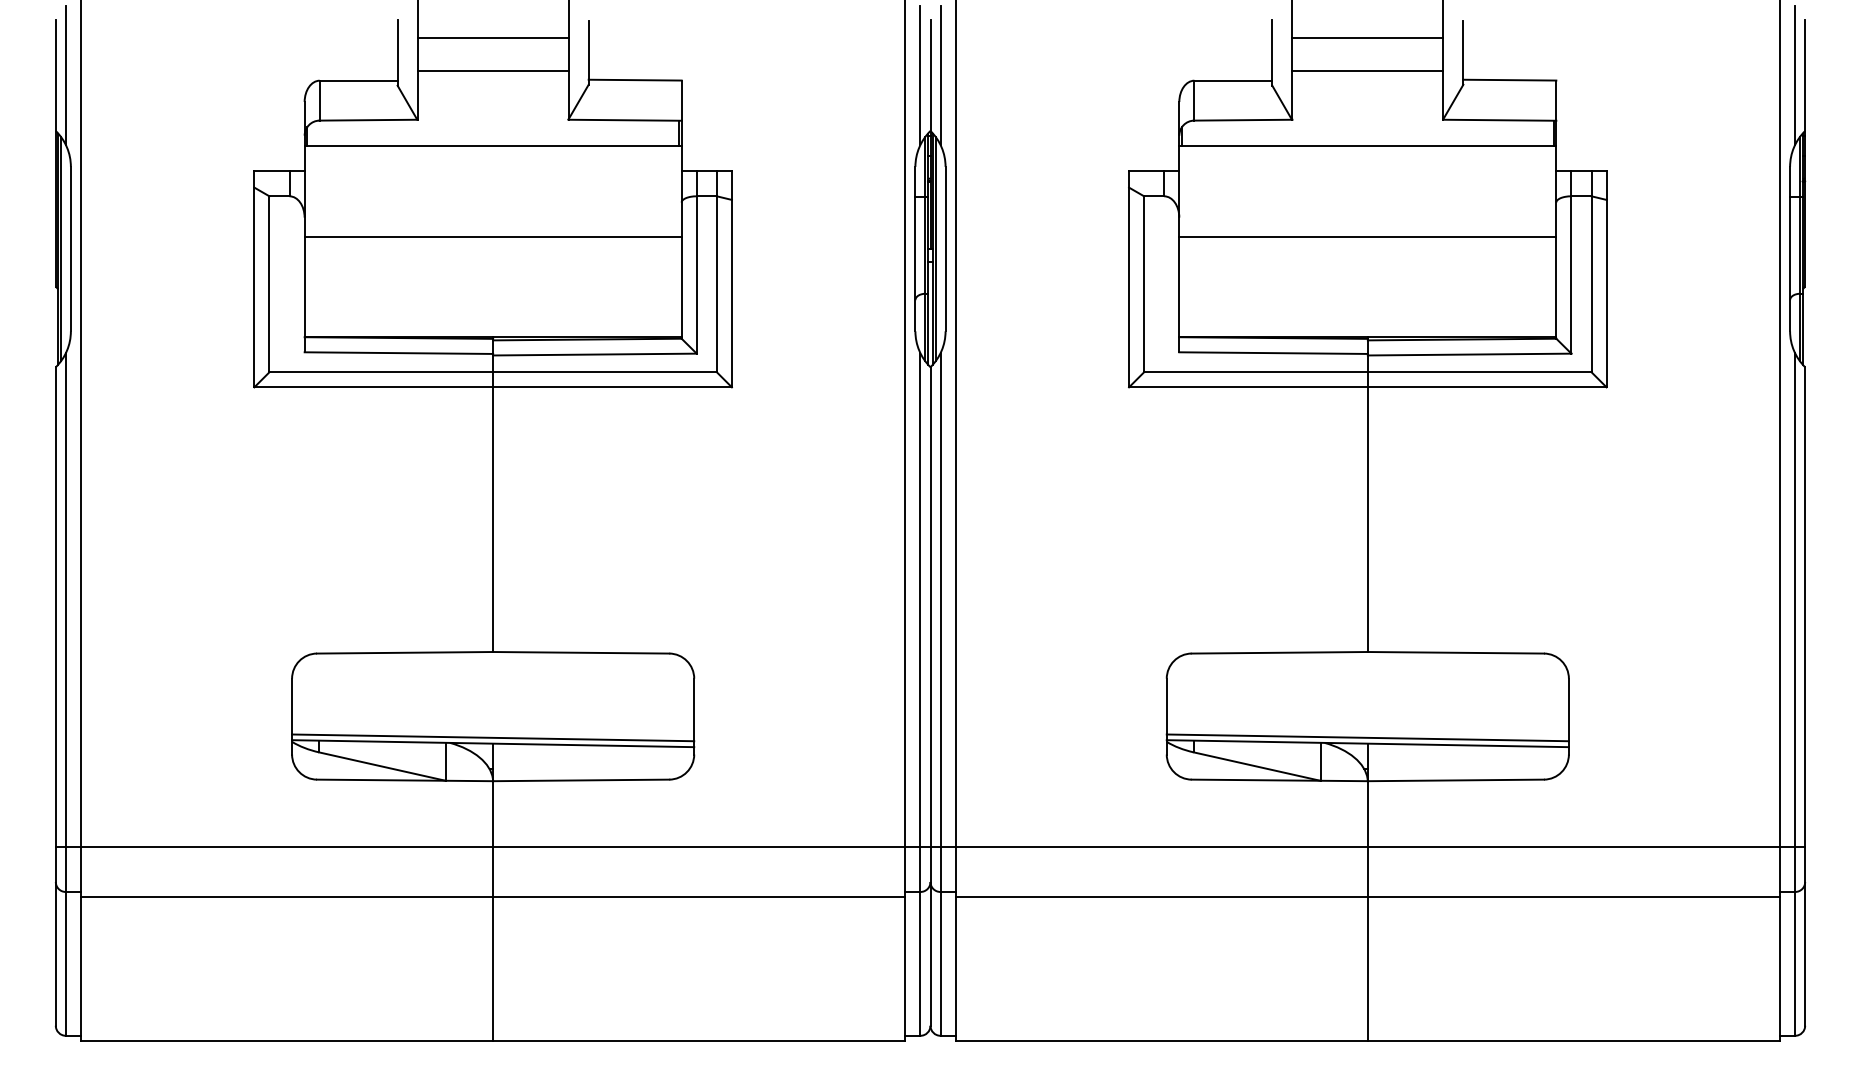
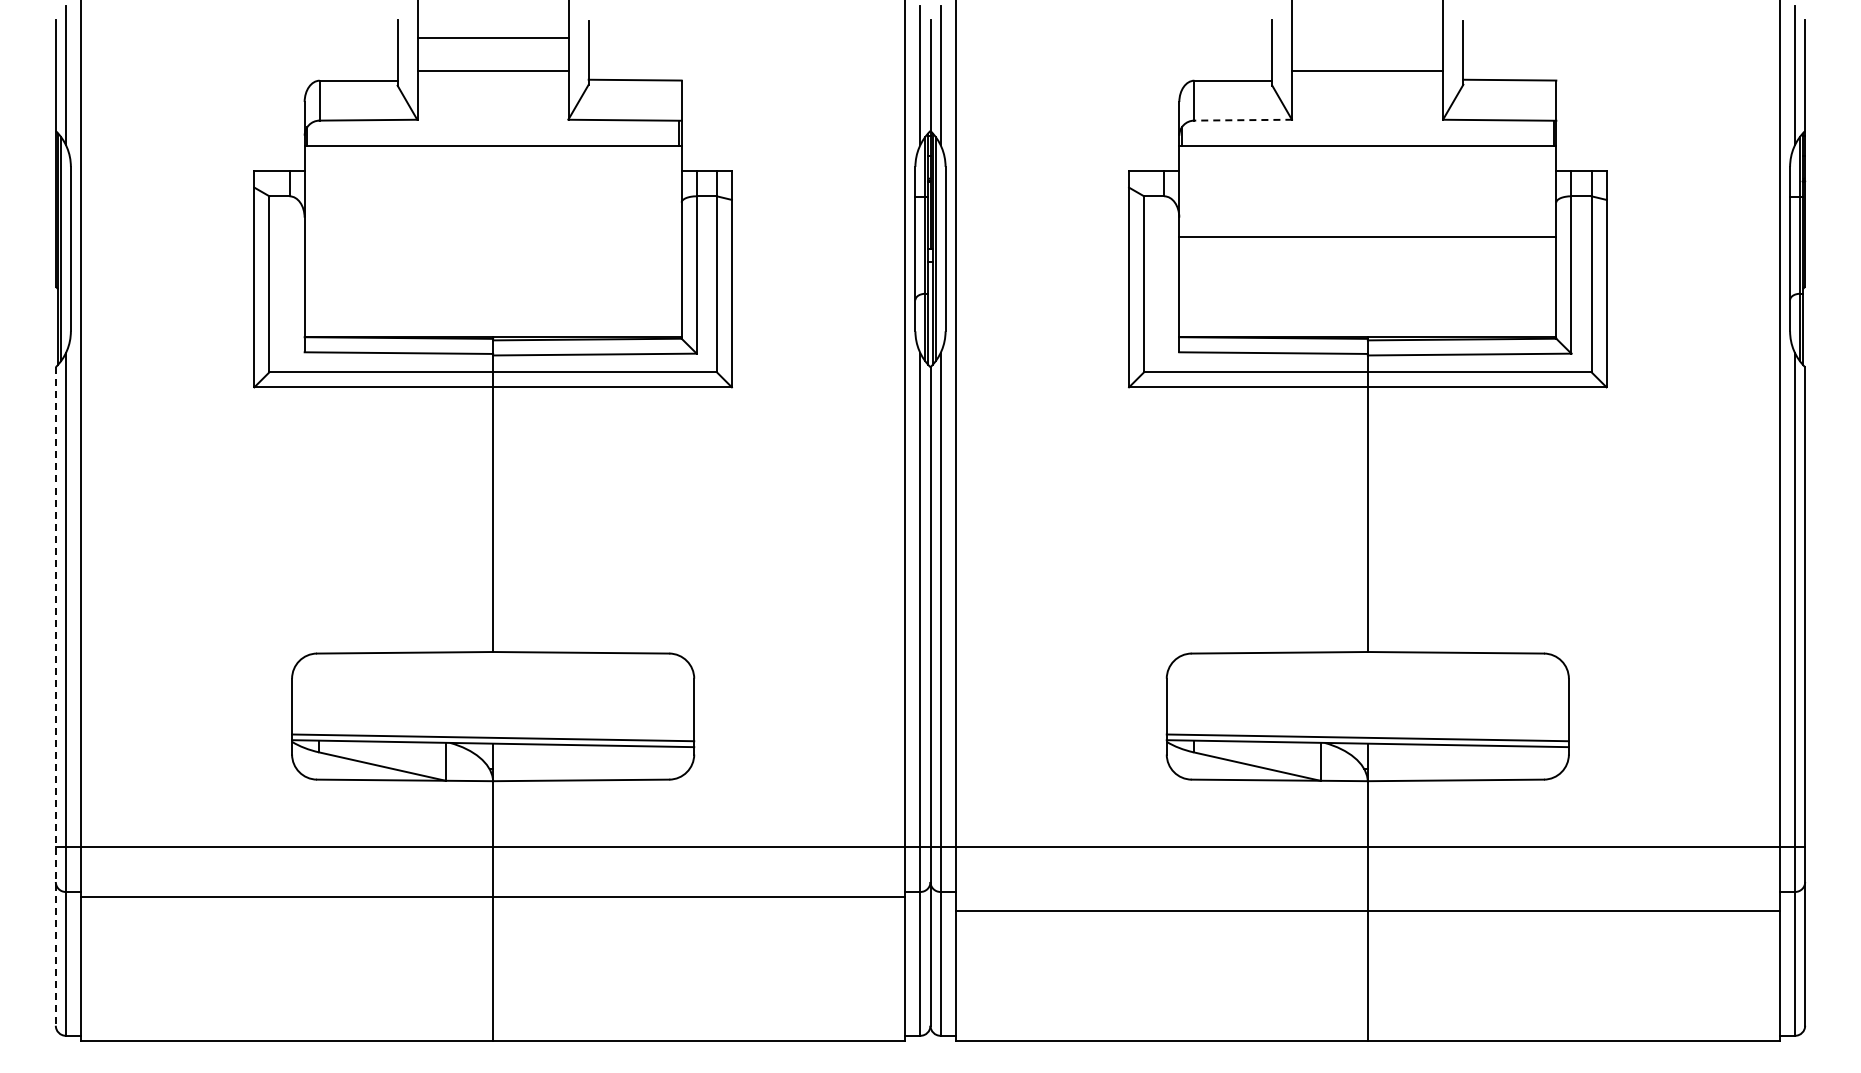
line at (1367, 37): present -> none
line at (1242, 120): solid -> dashed
line at (492, 236): present -> none
line at (55, 696): solid -> dashed
line at (1367, 897) position: (1367, 897) -> (1367, 911)
